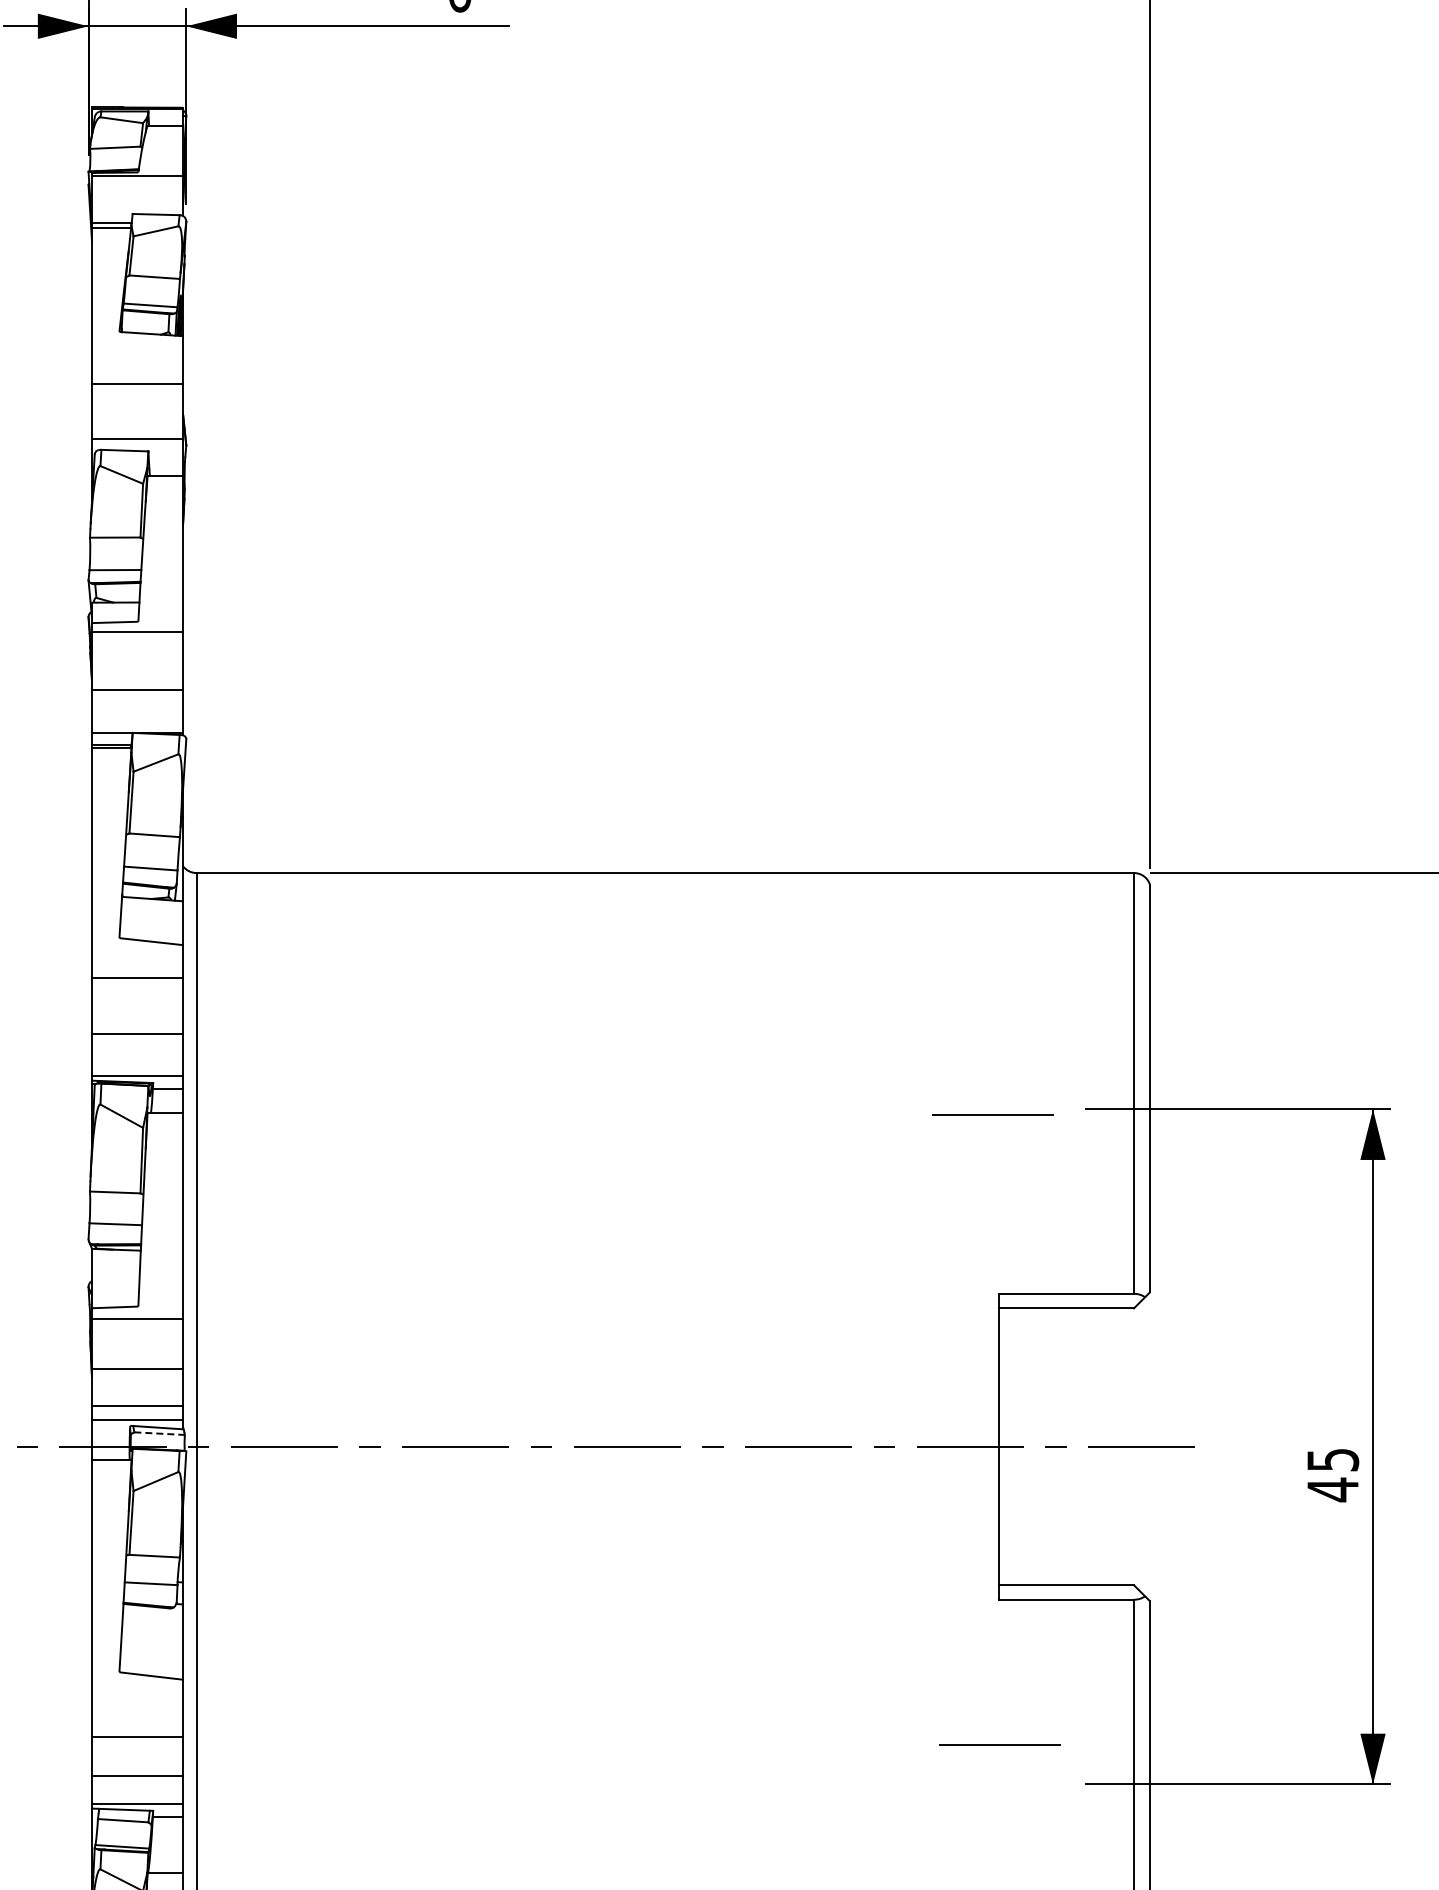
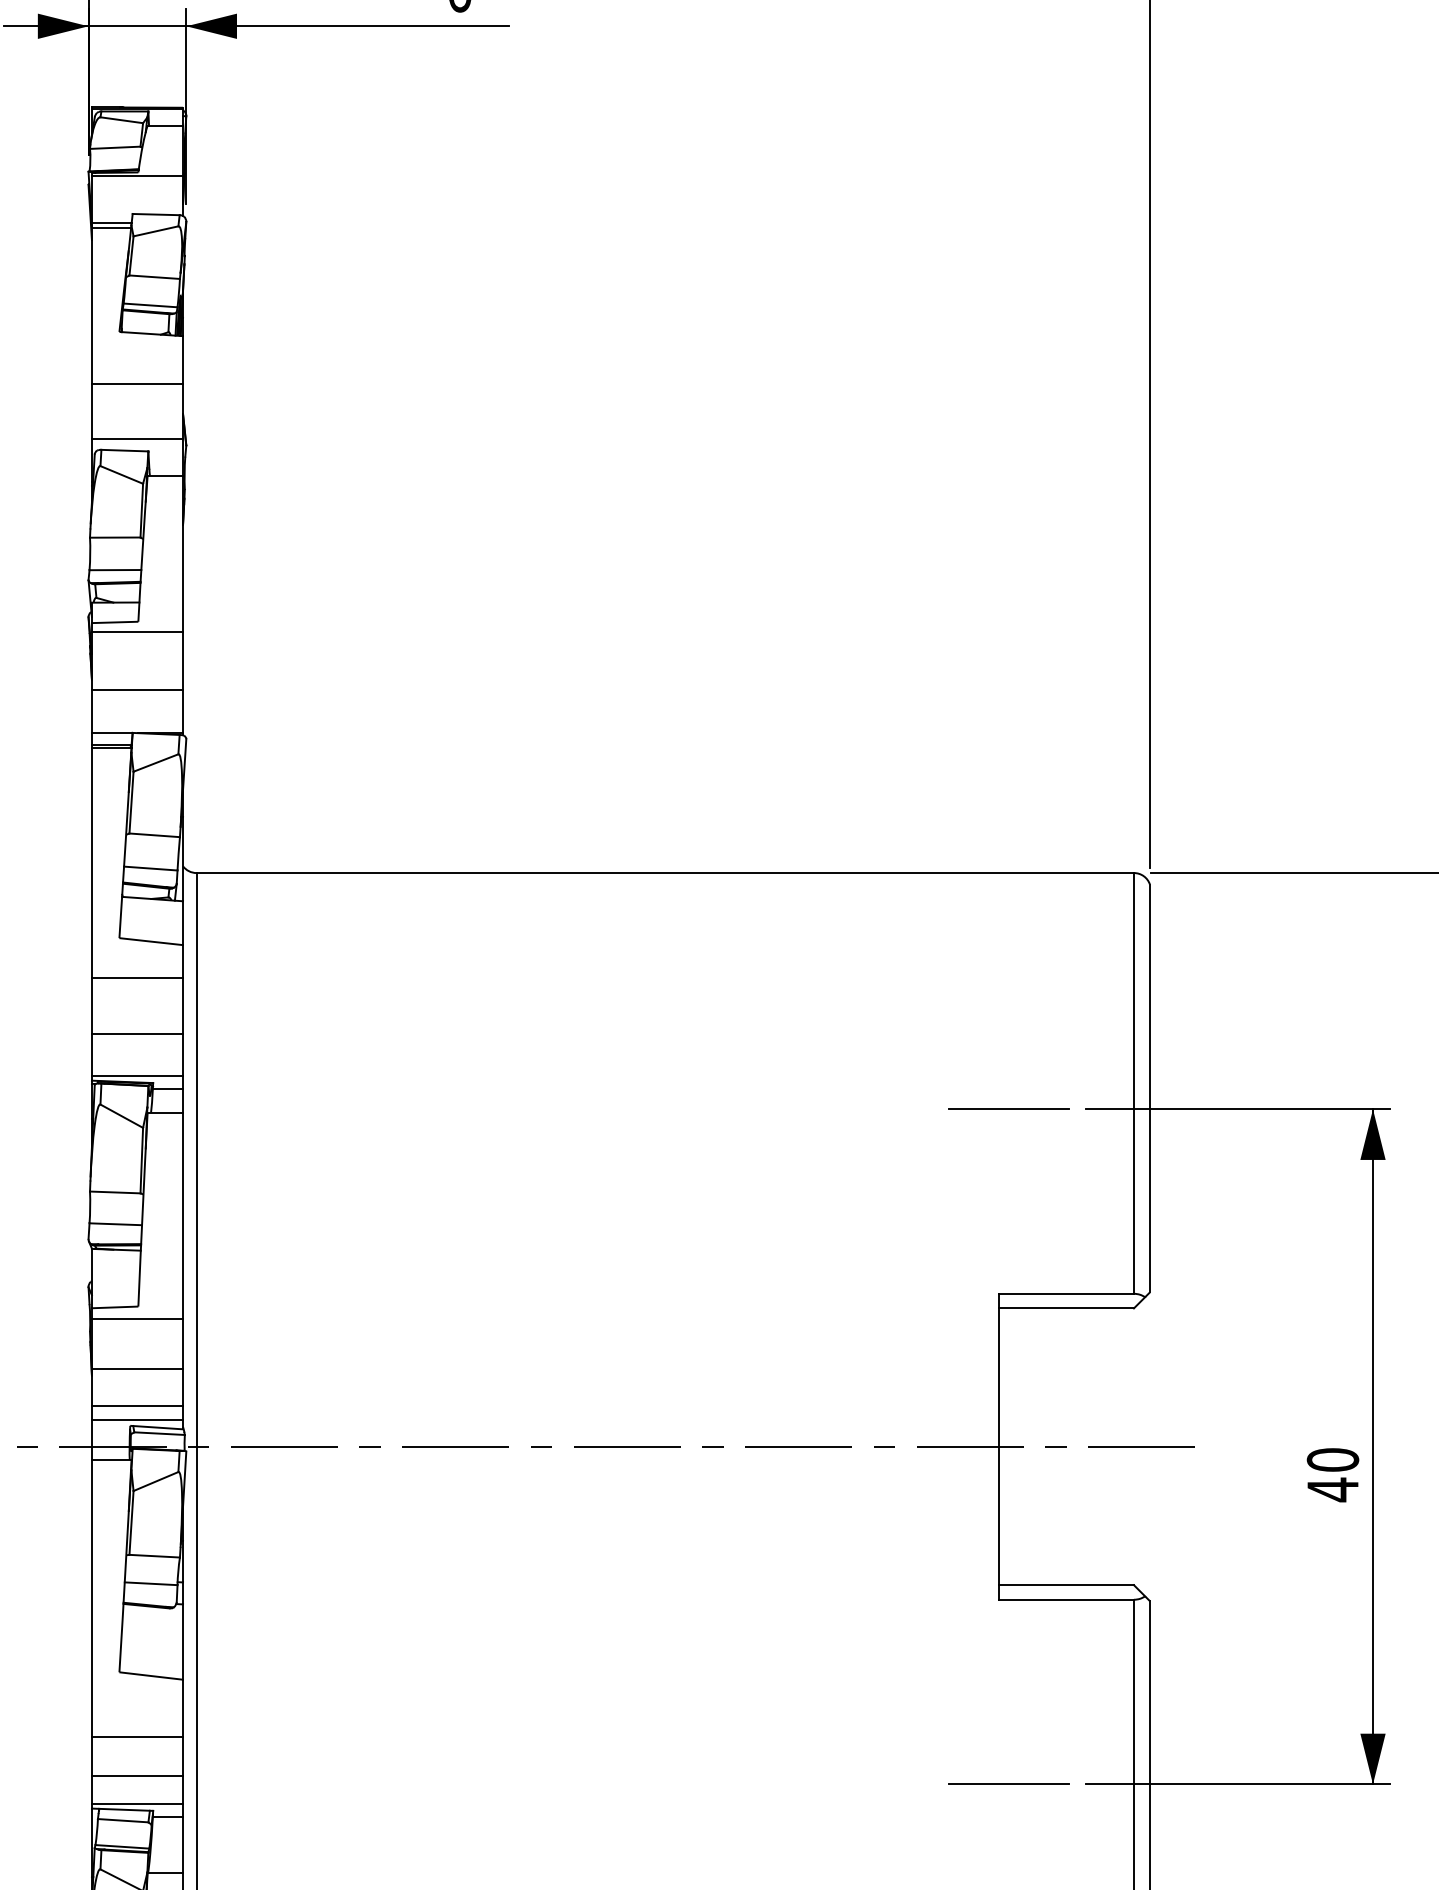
line at (992, 1114) position: (992, 1114) -> (1008, 1108)
line at (160, 1433): dashed -> solid
text at (1332, 1459): 45 -> 40
line at (999, 1744) position: (999, 1744) -> (1008, 1783)
